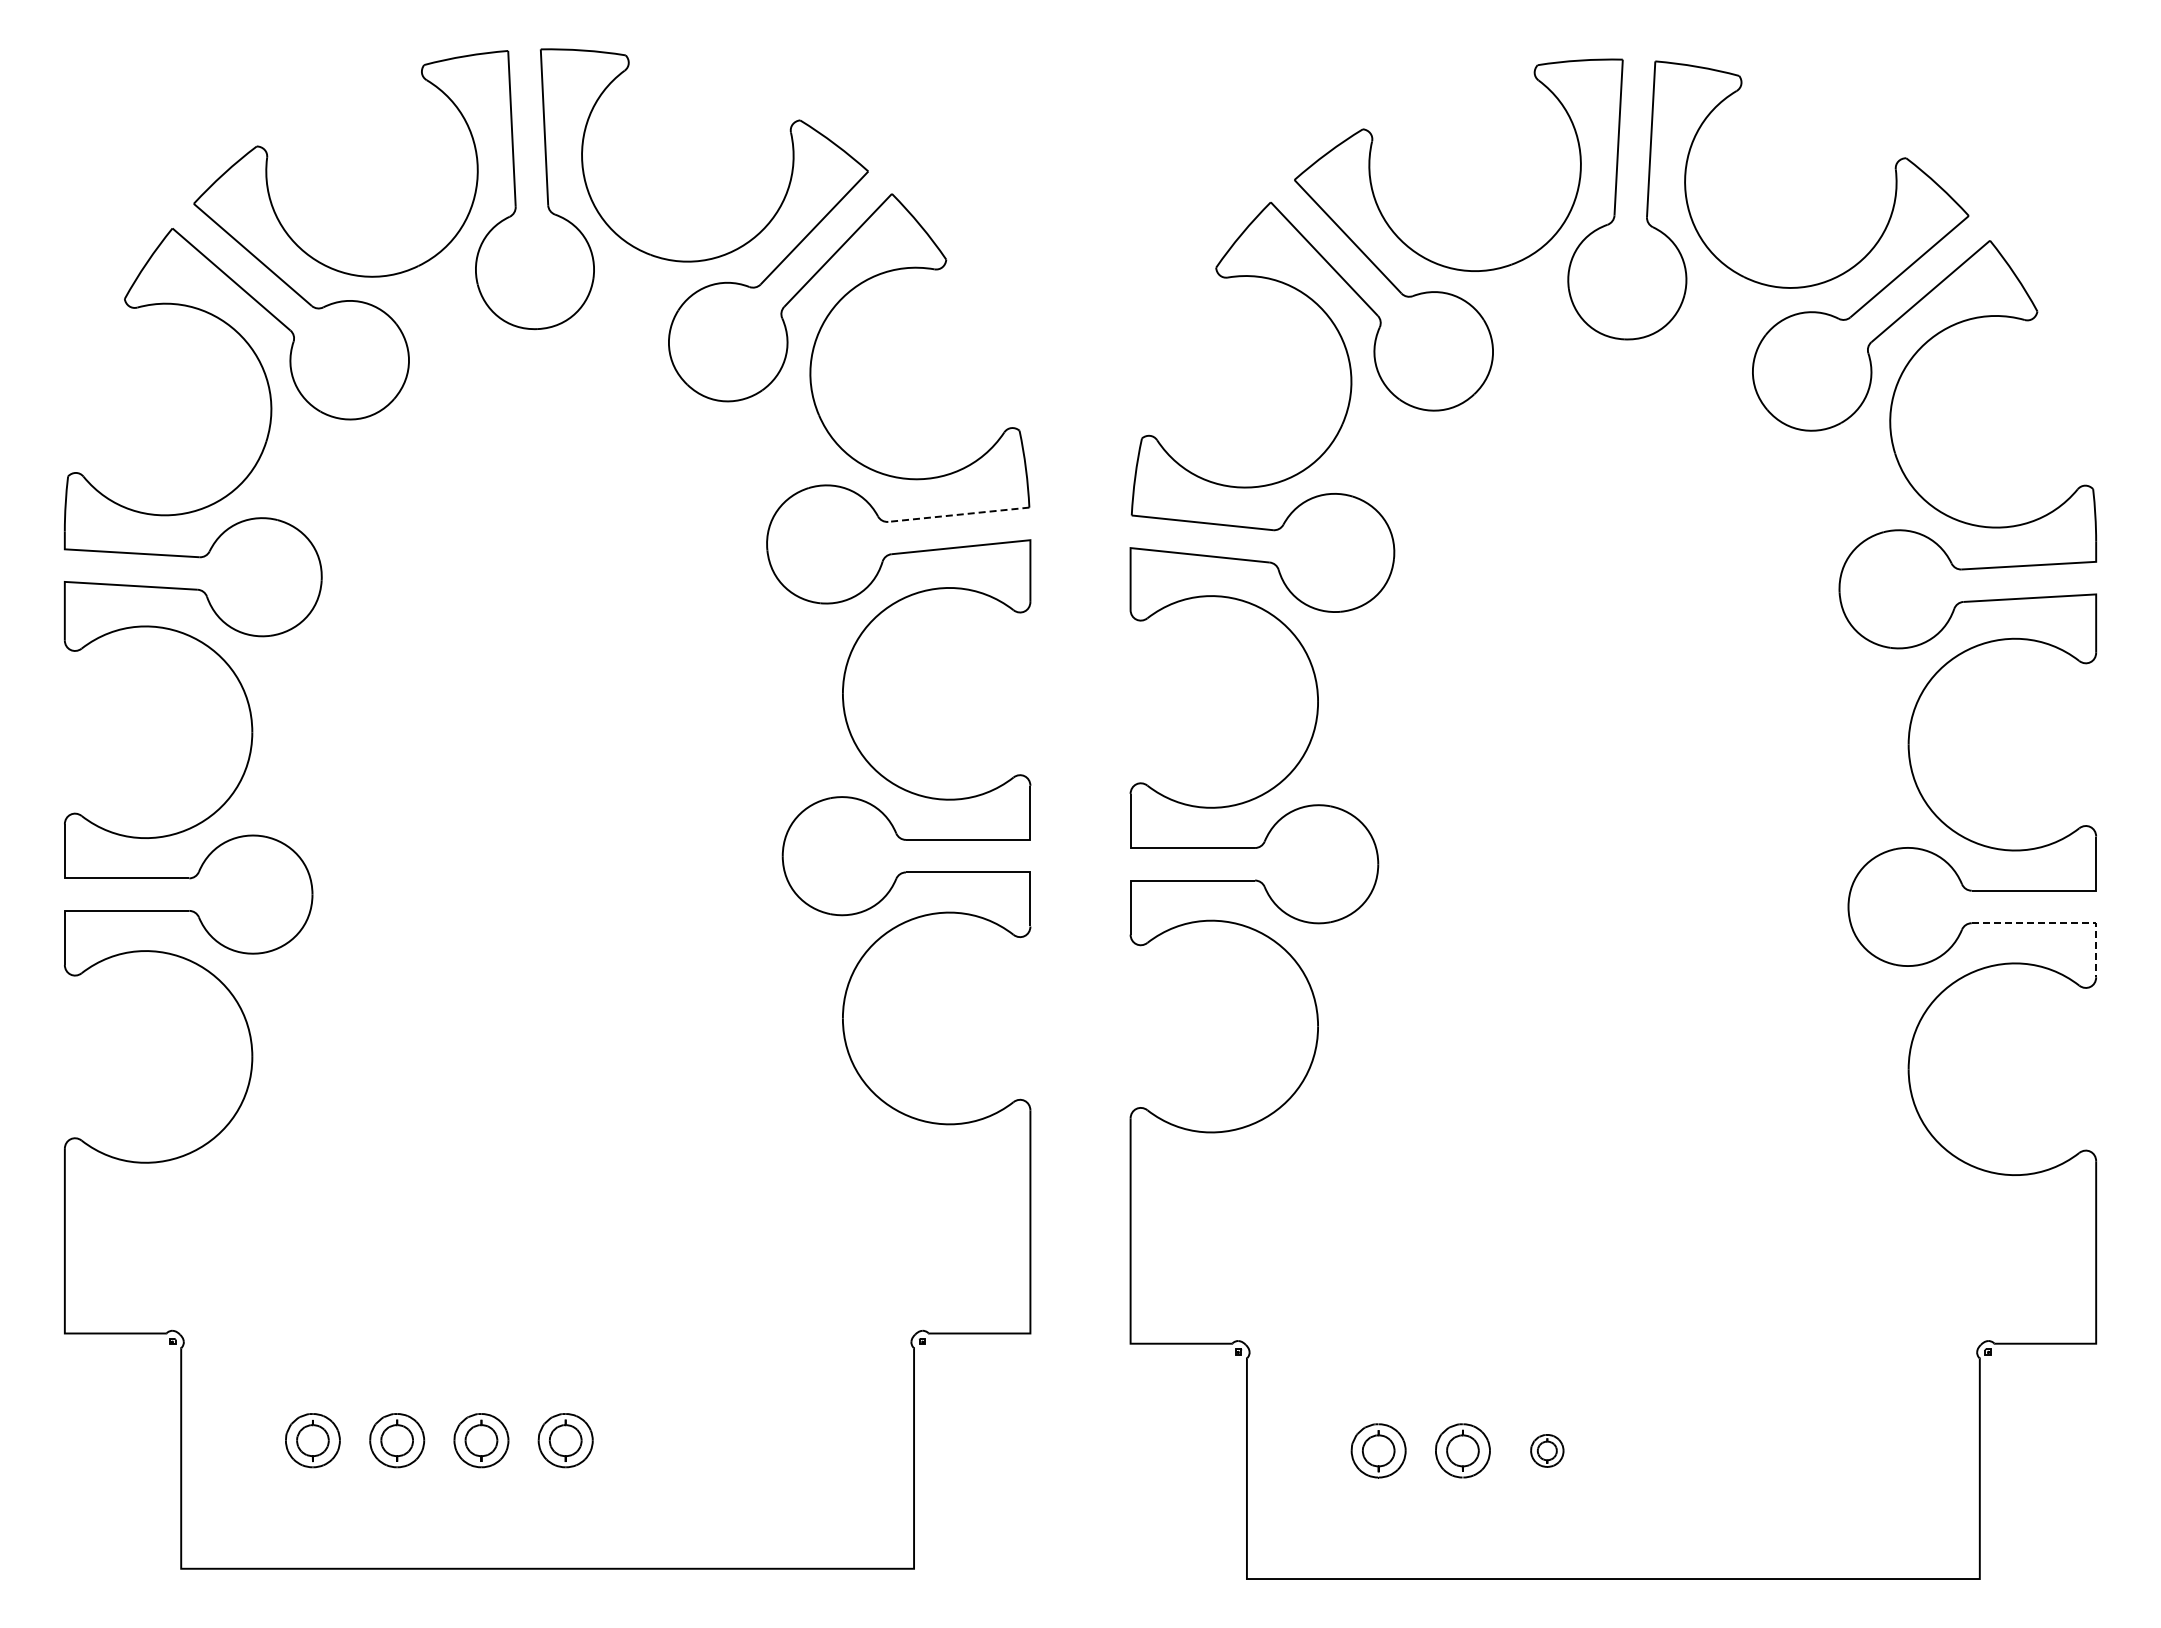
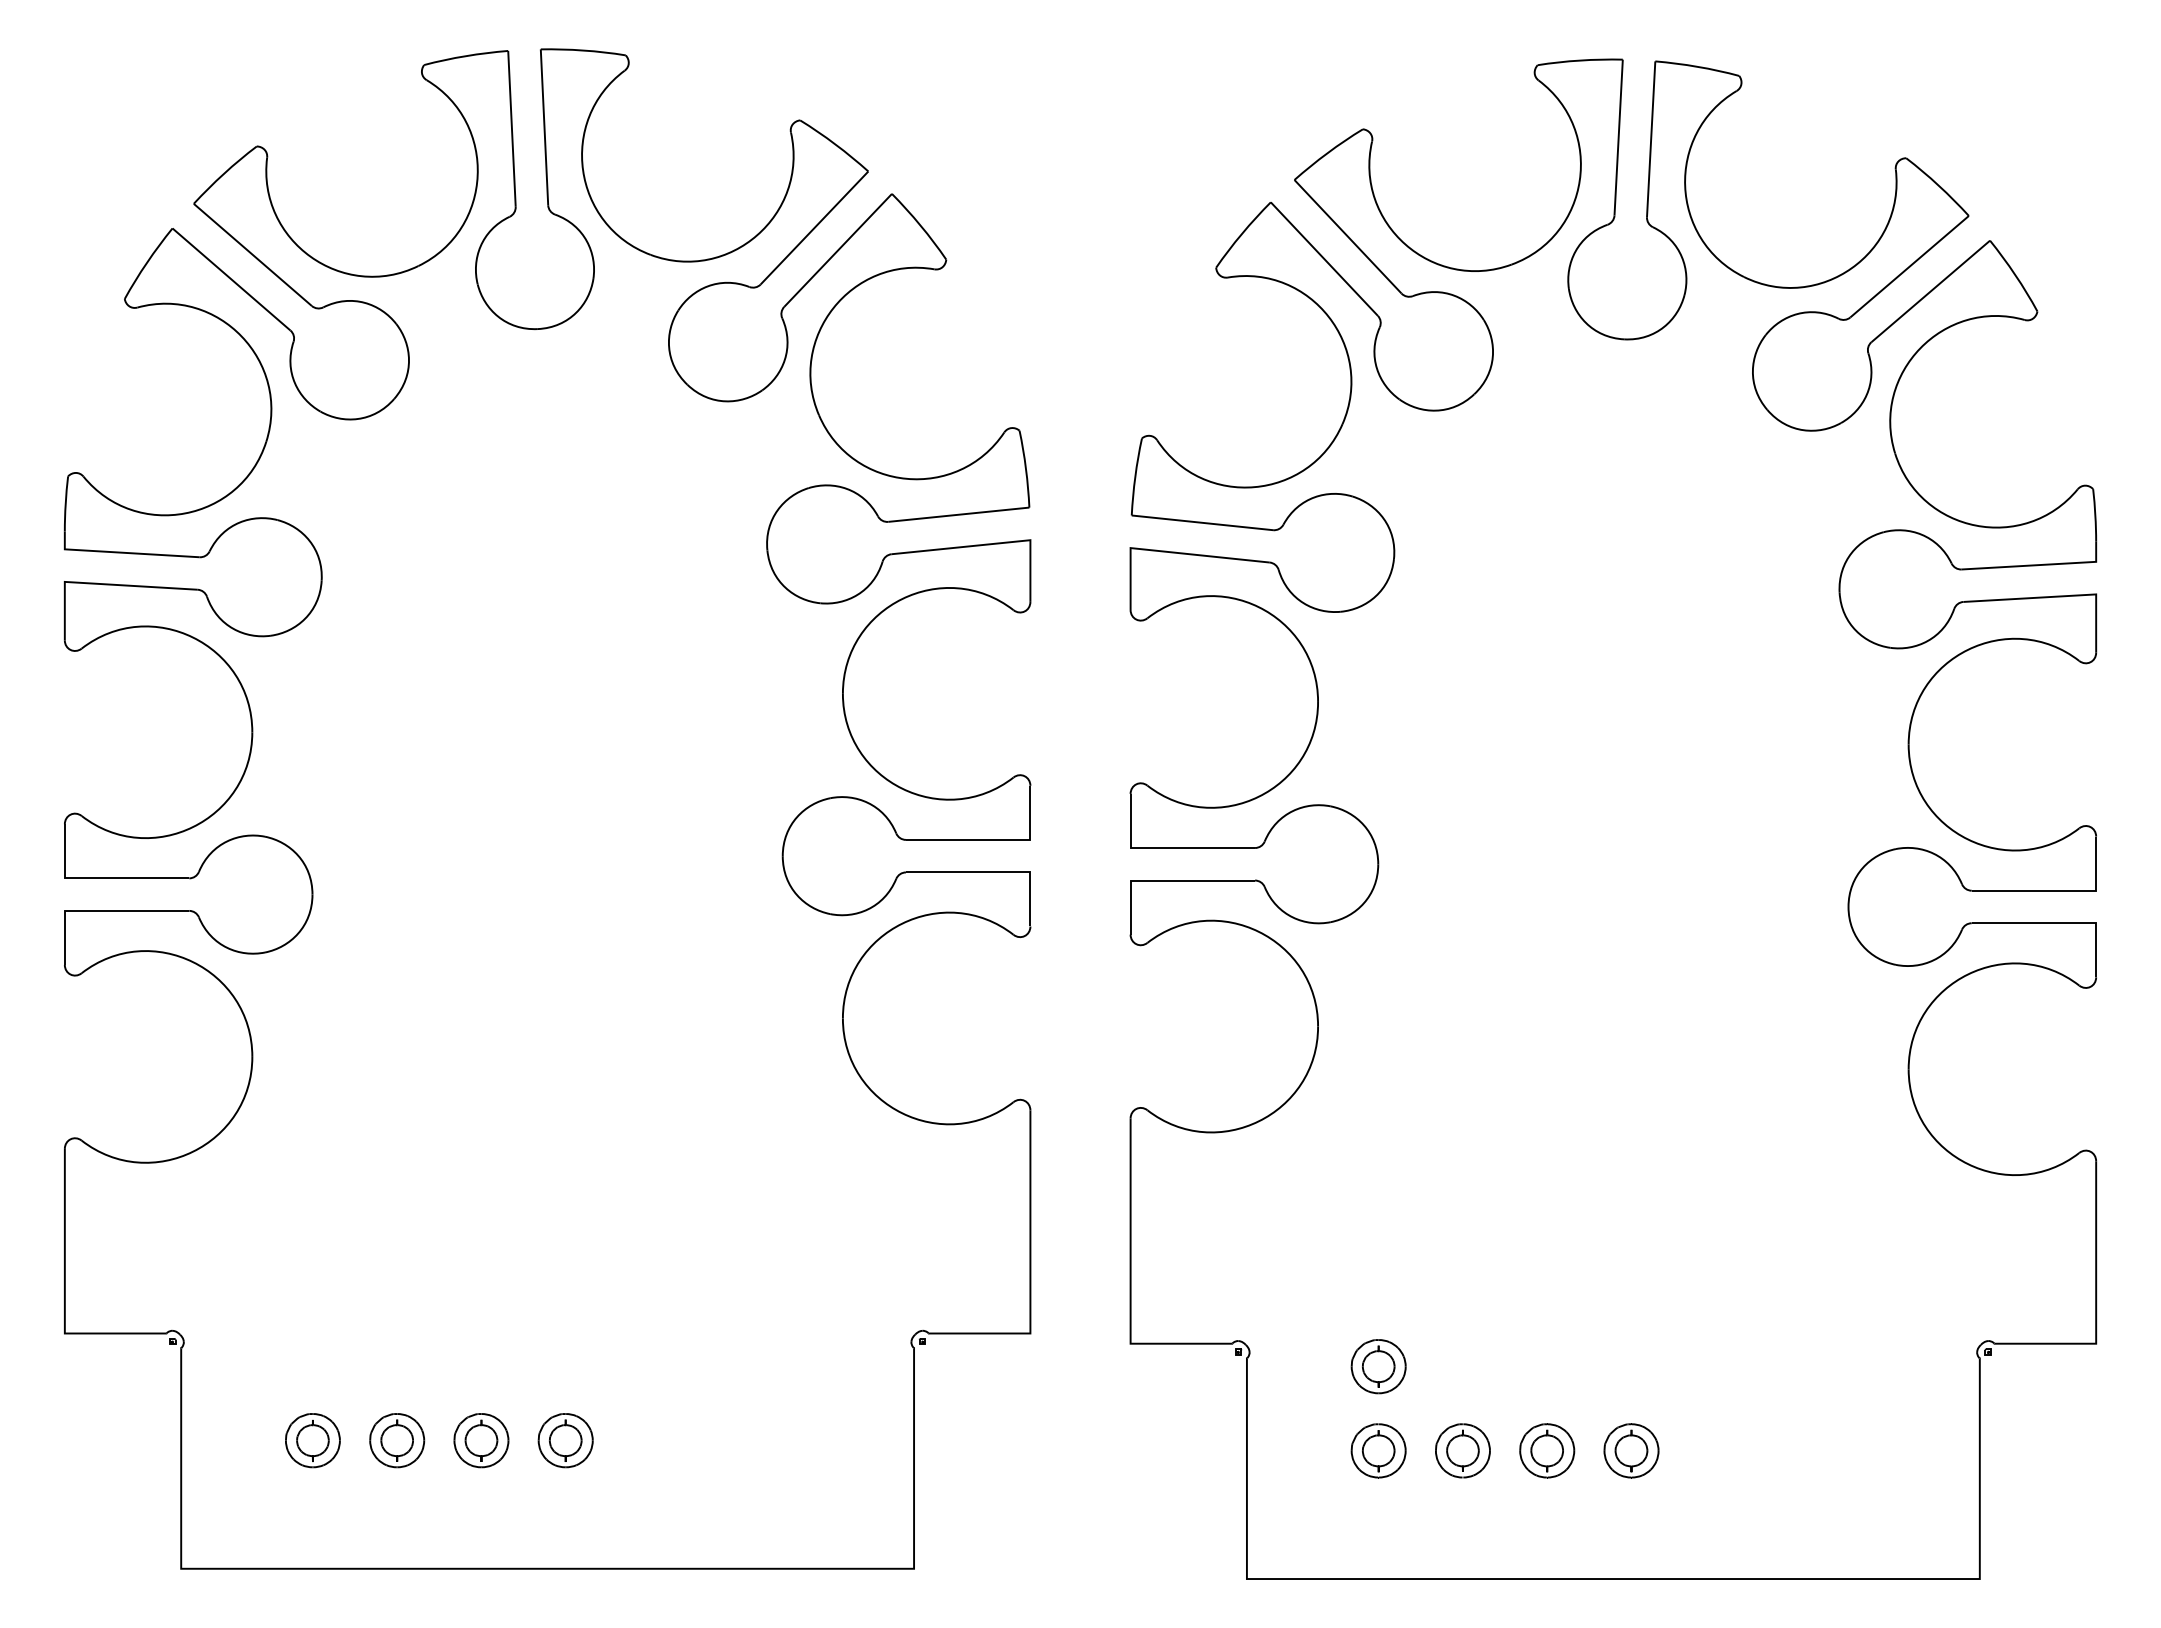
line at (958, 514): dashed -> solid
line at (2062, 923): dashed -> solid
part at (1378, 1366): none -> present
part at (1547, 1450) size: 35x34 px -> 57x56 px
part at (1631, 1450): none -> present
